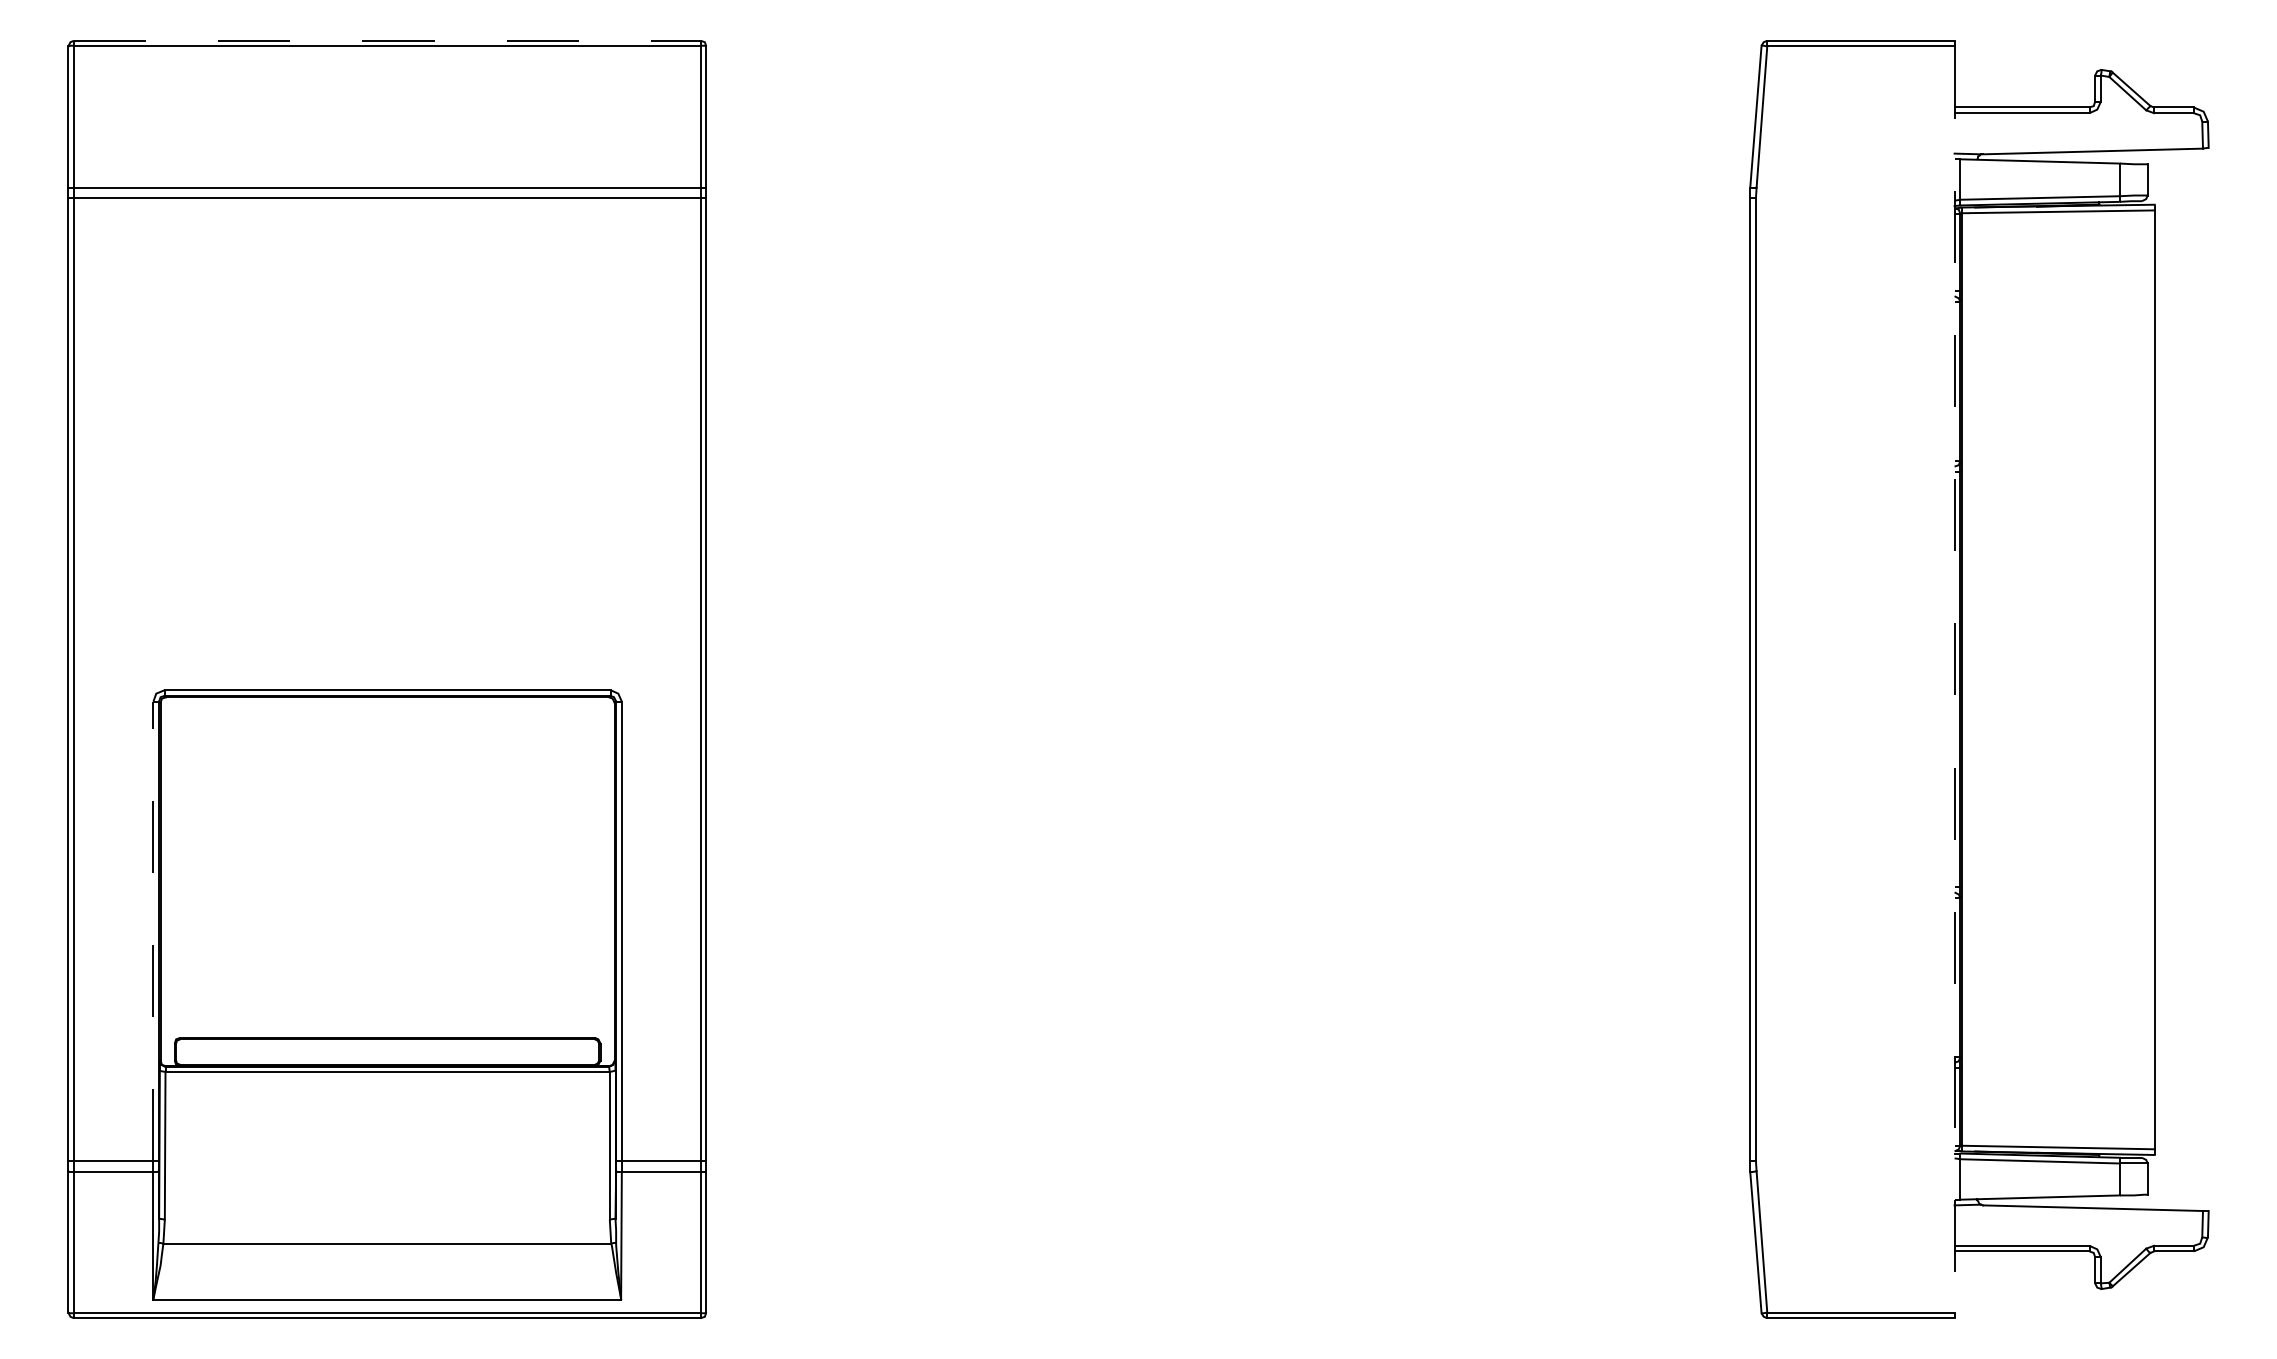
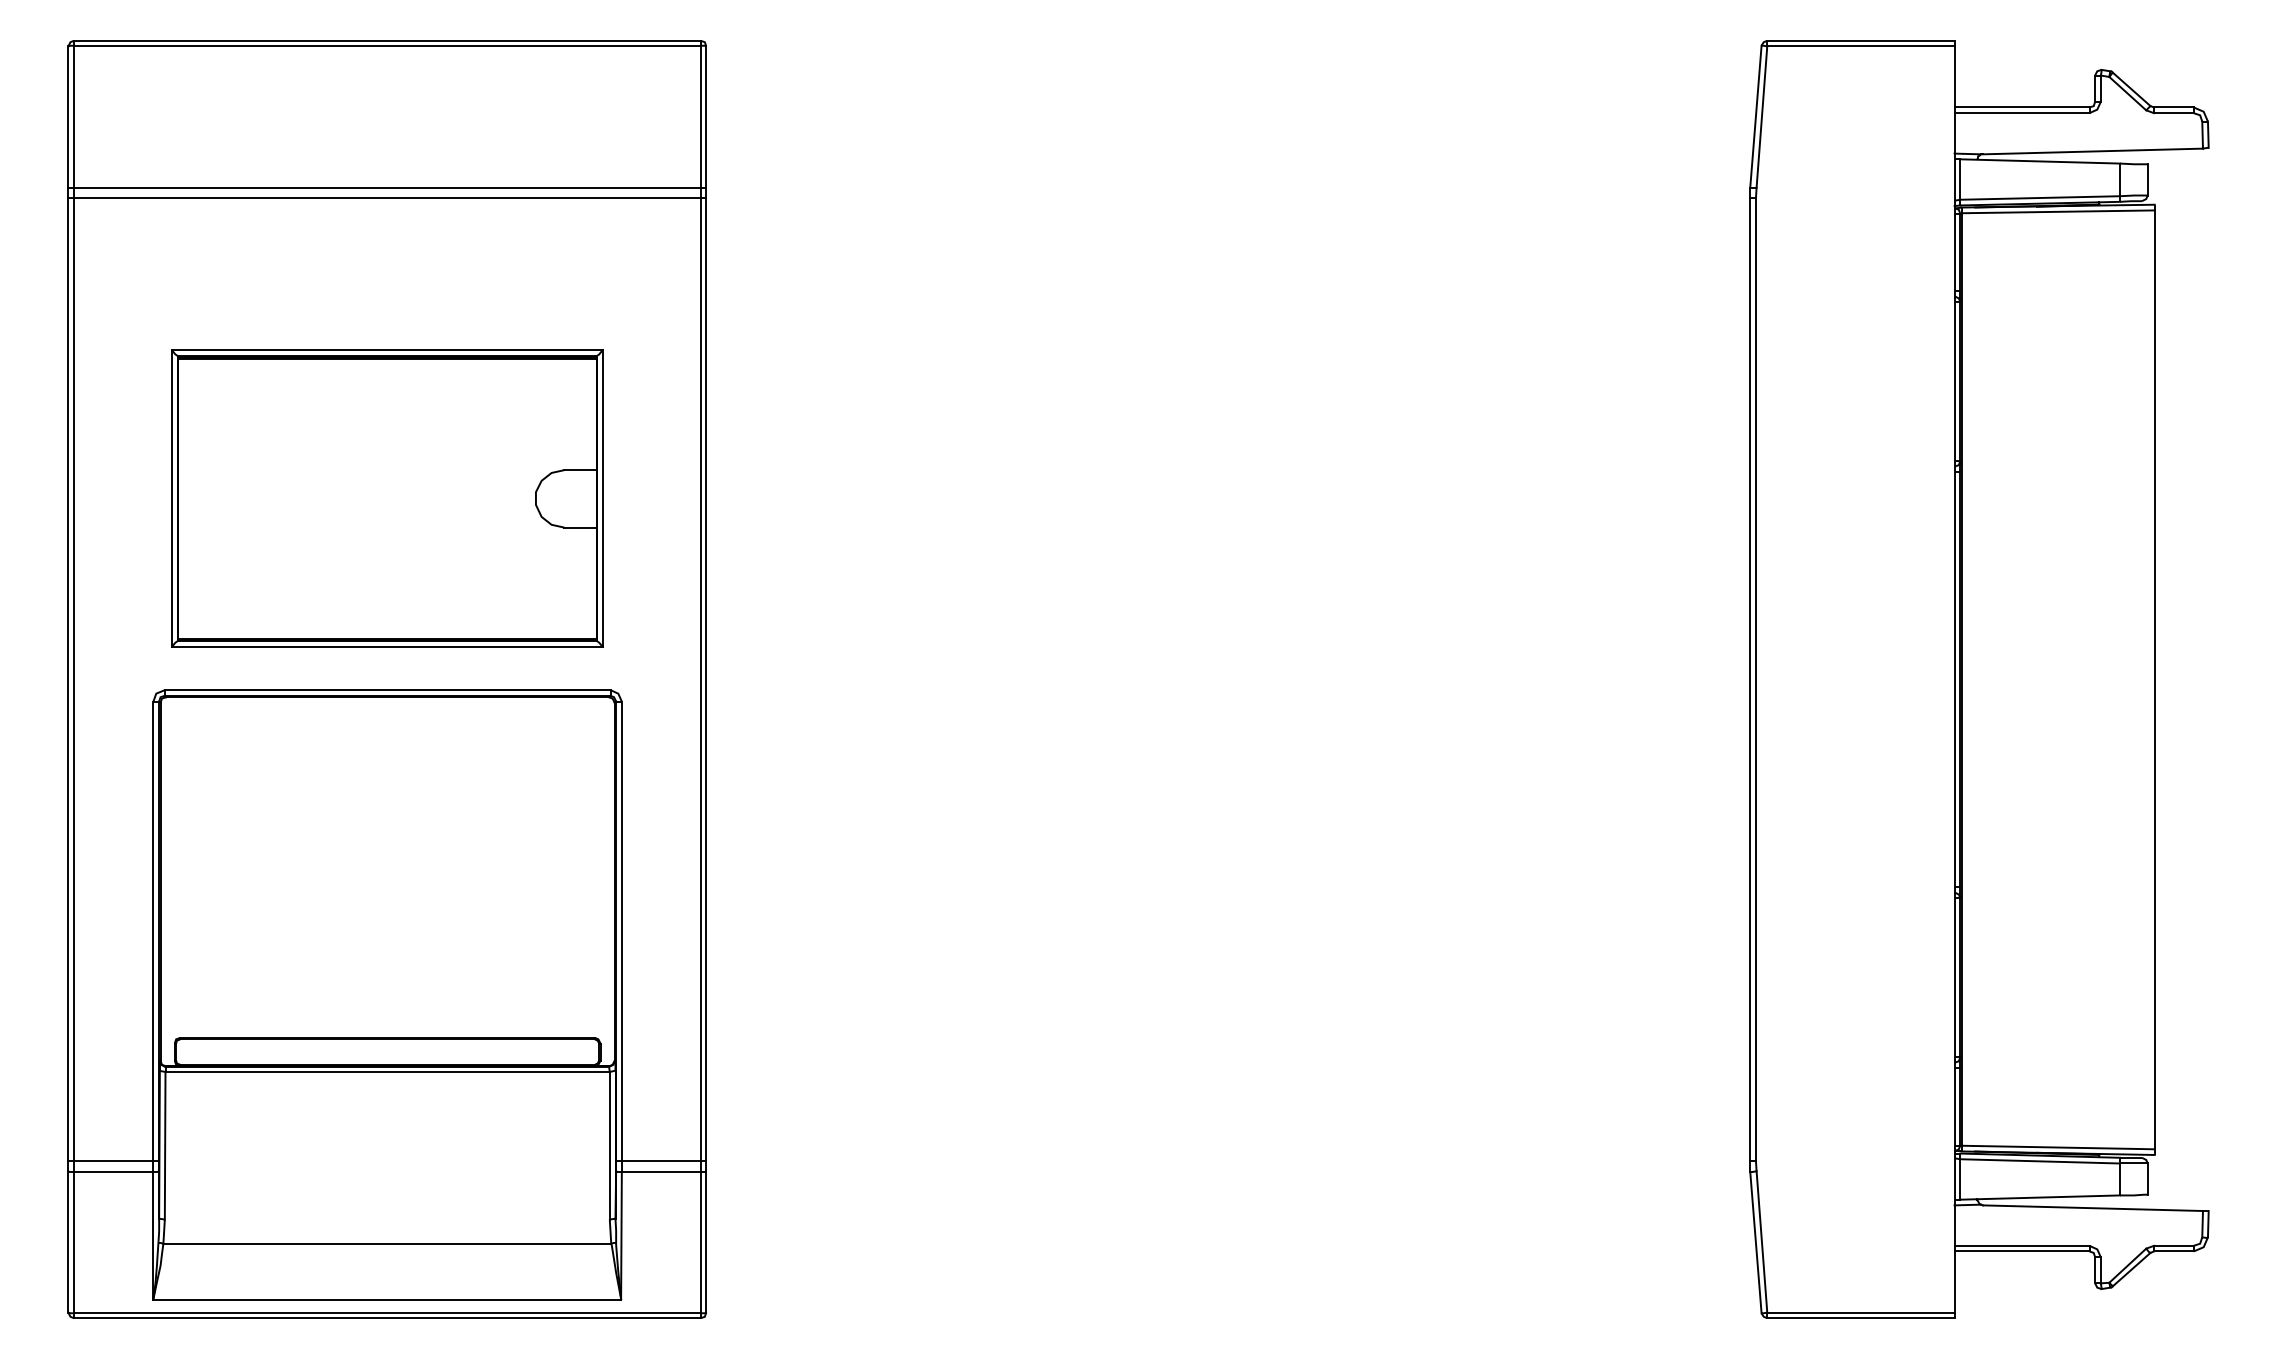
line at (387, 40): dashed -> solid
part at (387, 498): none -> present
line at (1954, 680): dashed -> solid
line at (153, 931): dashed -> solid
